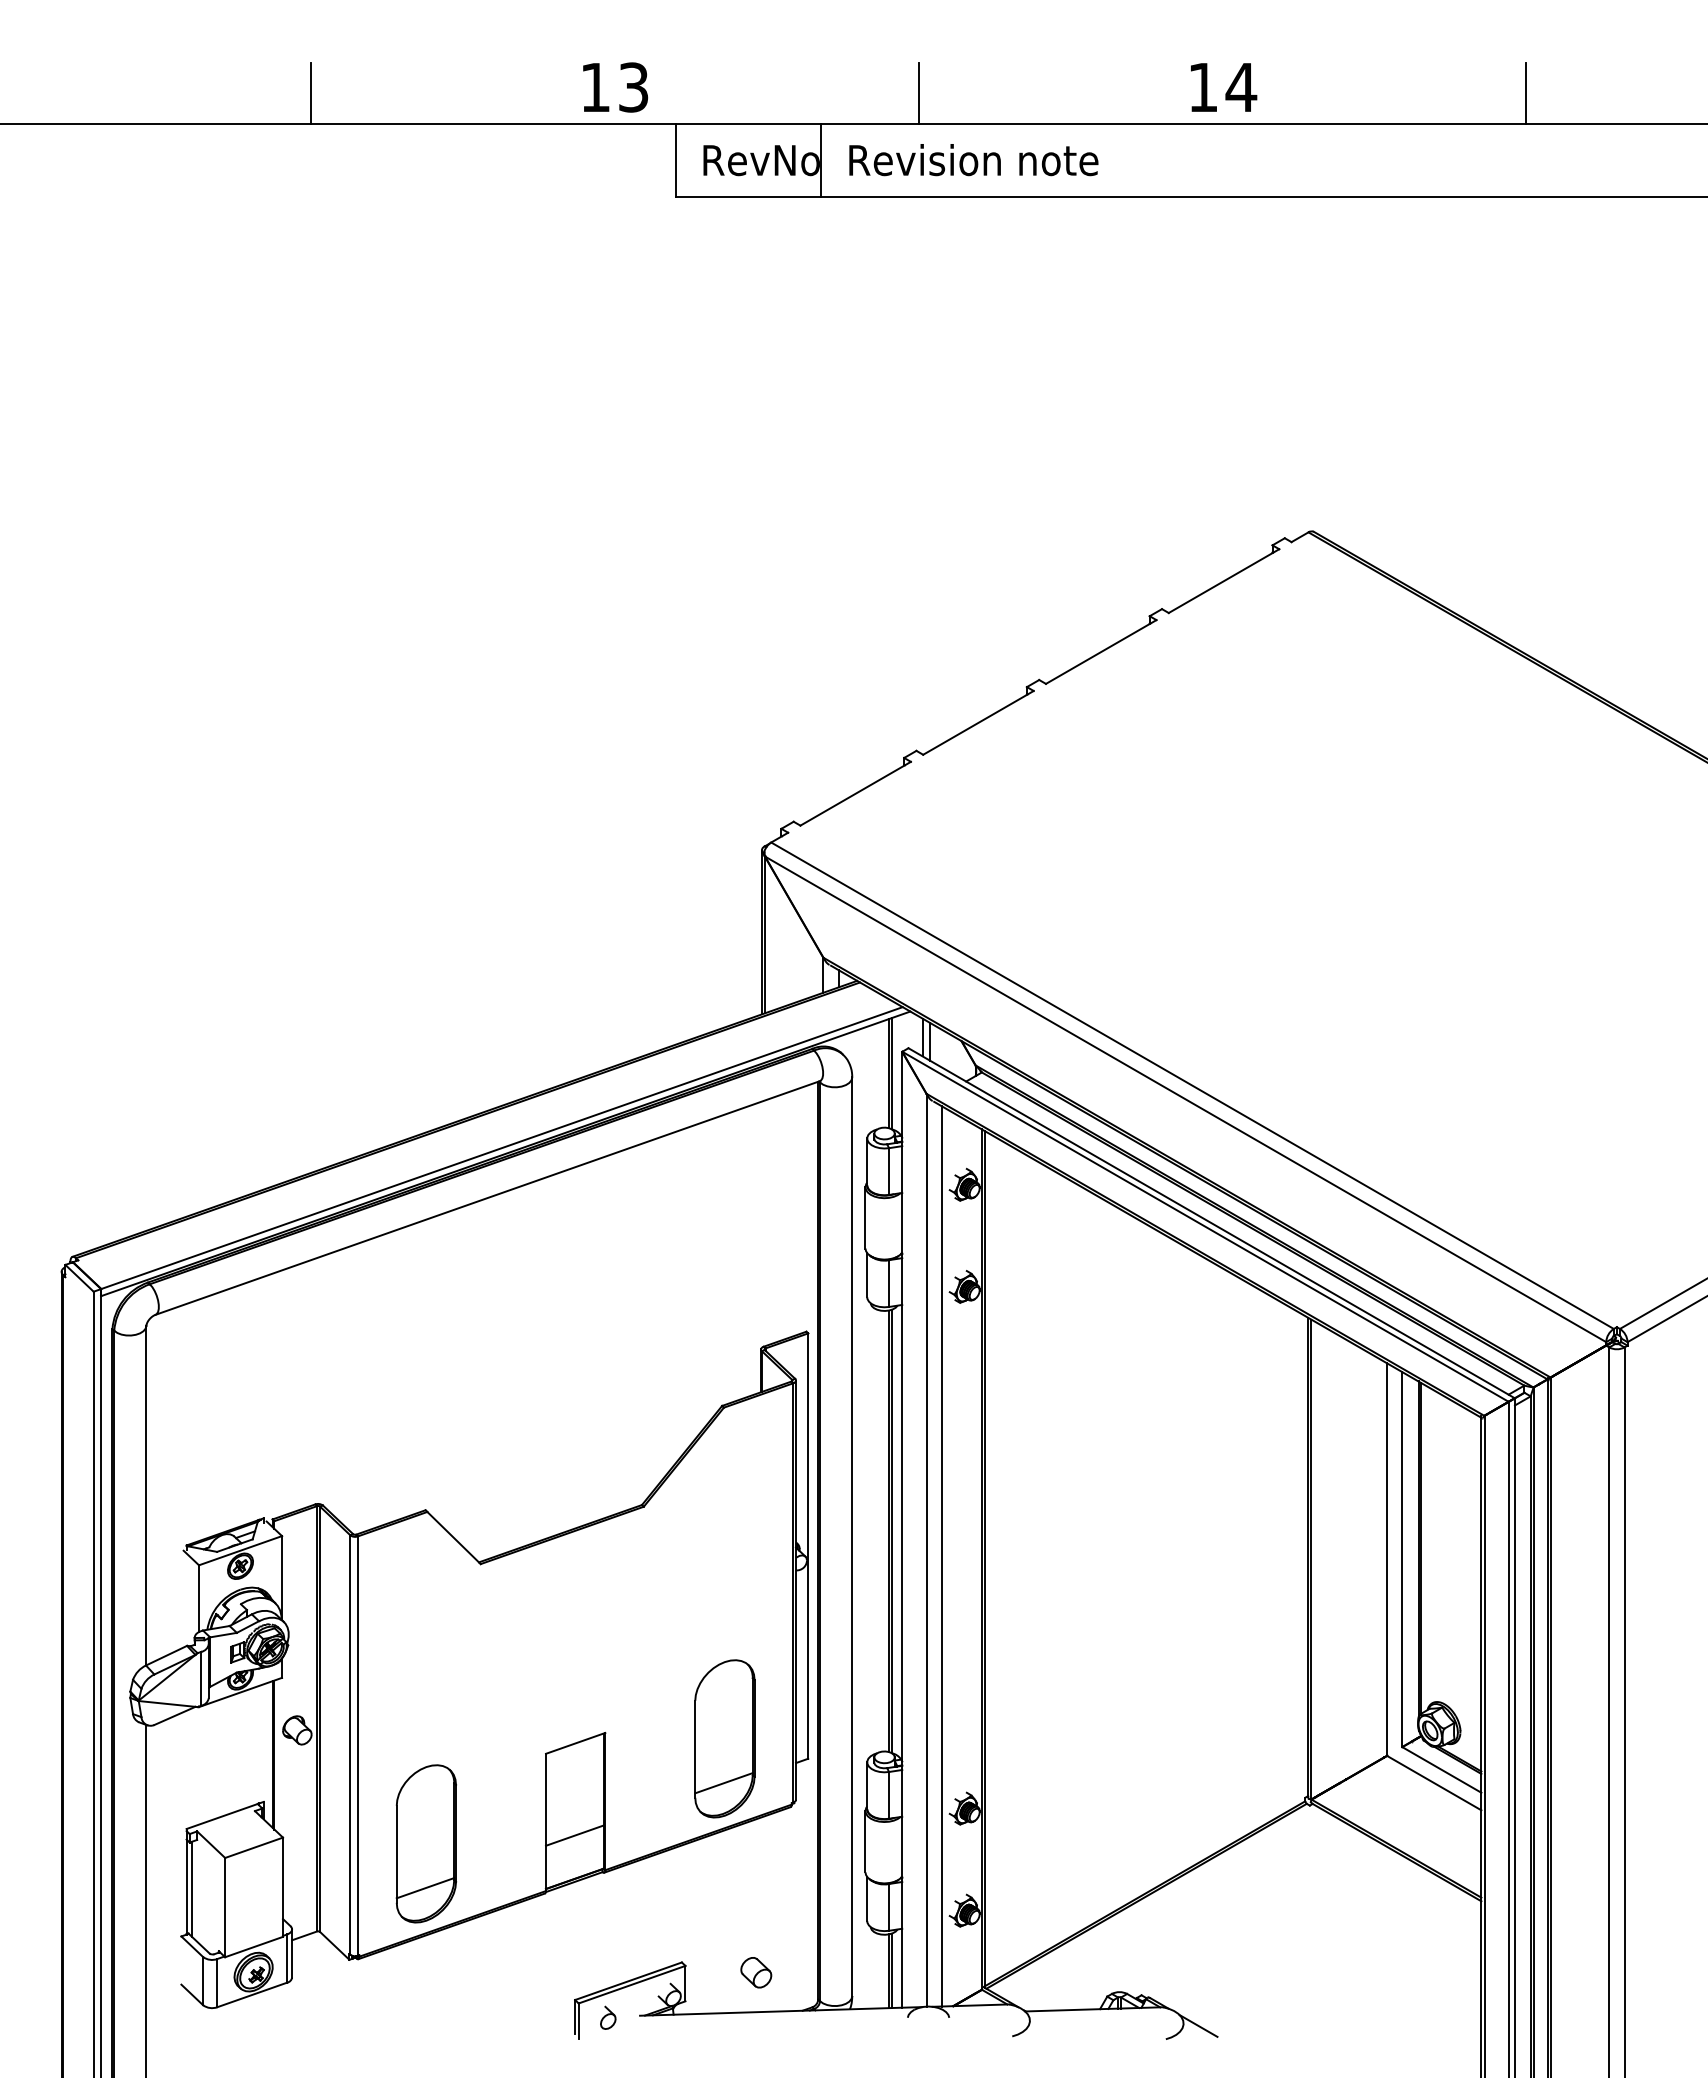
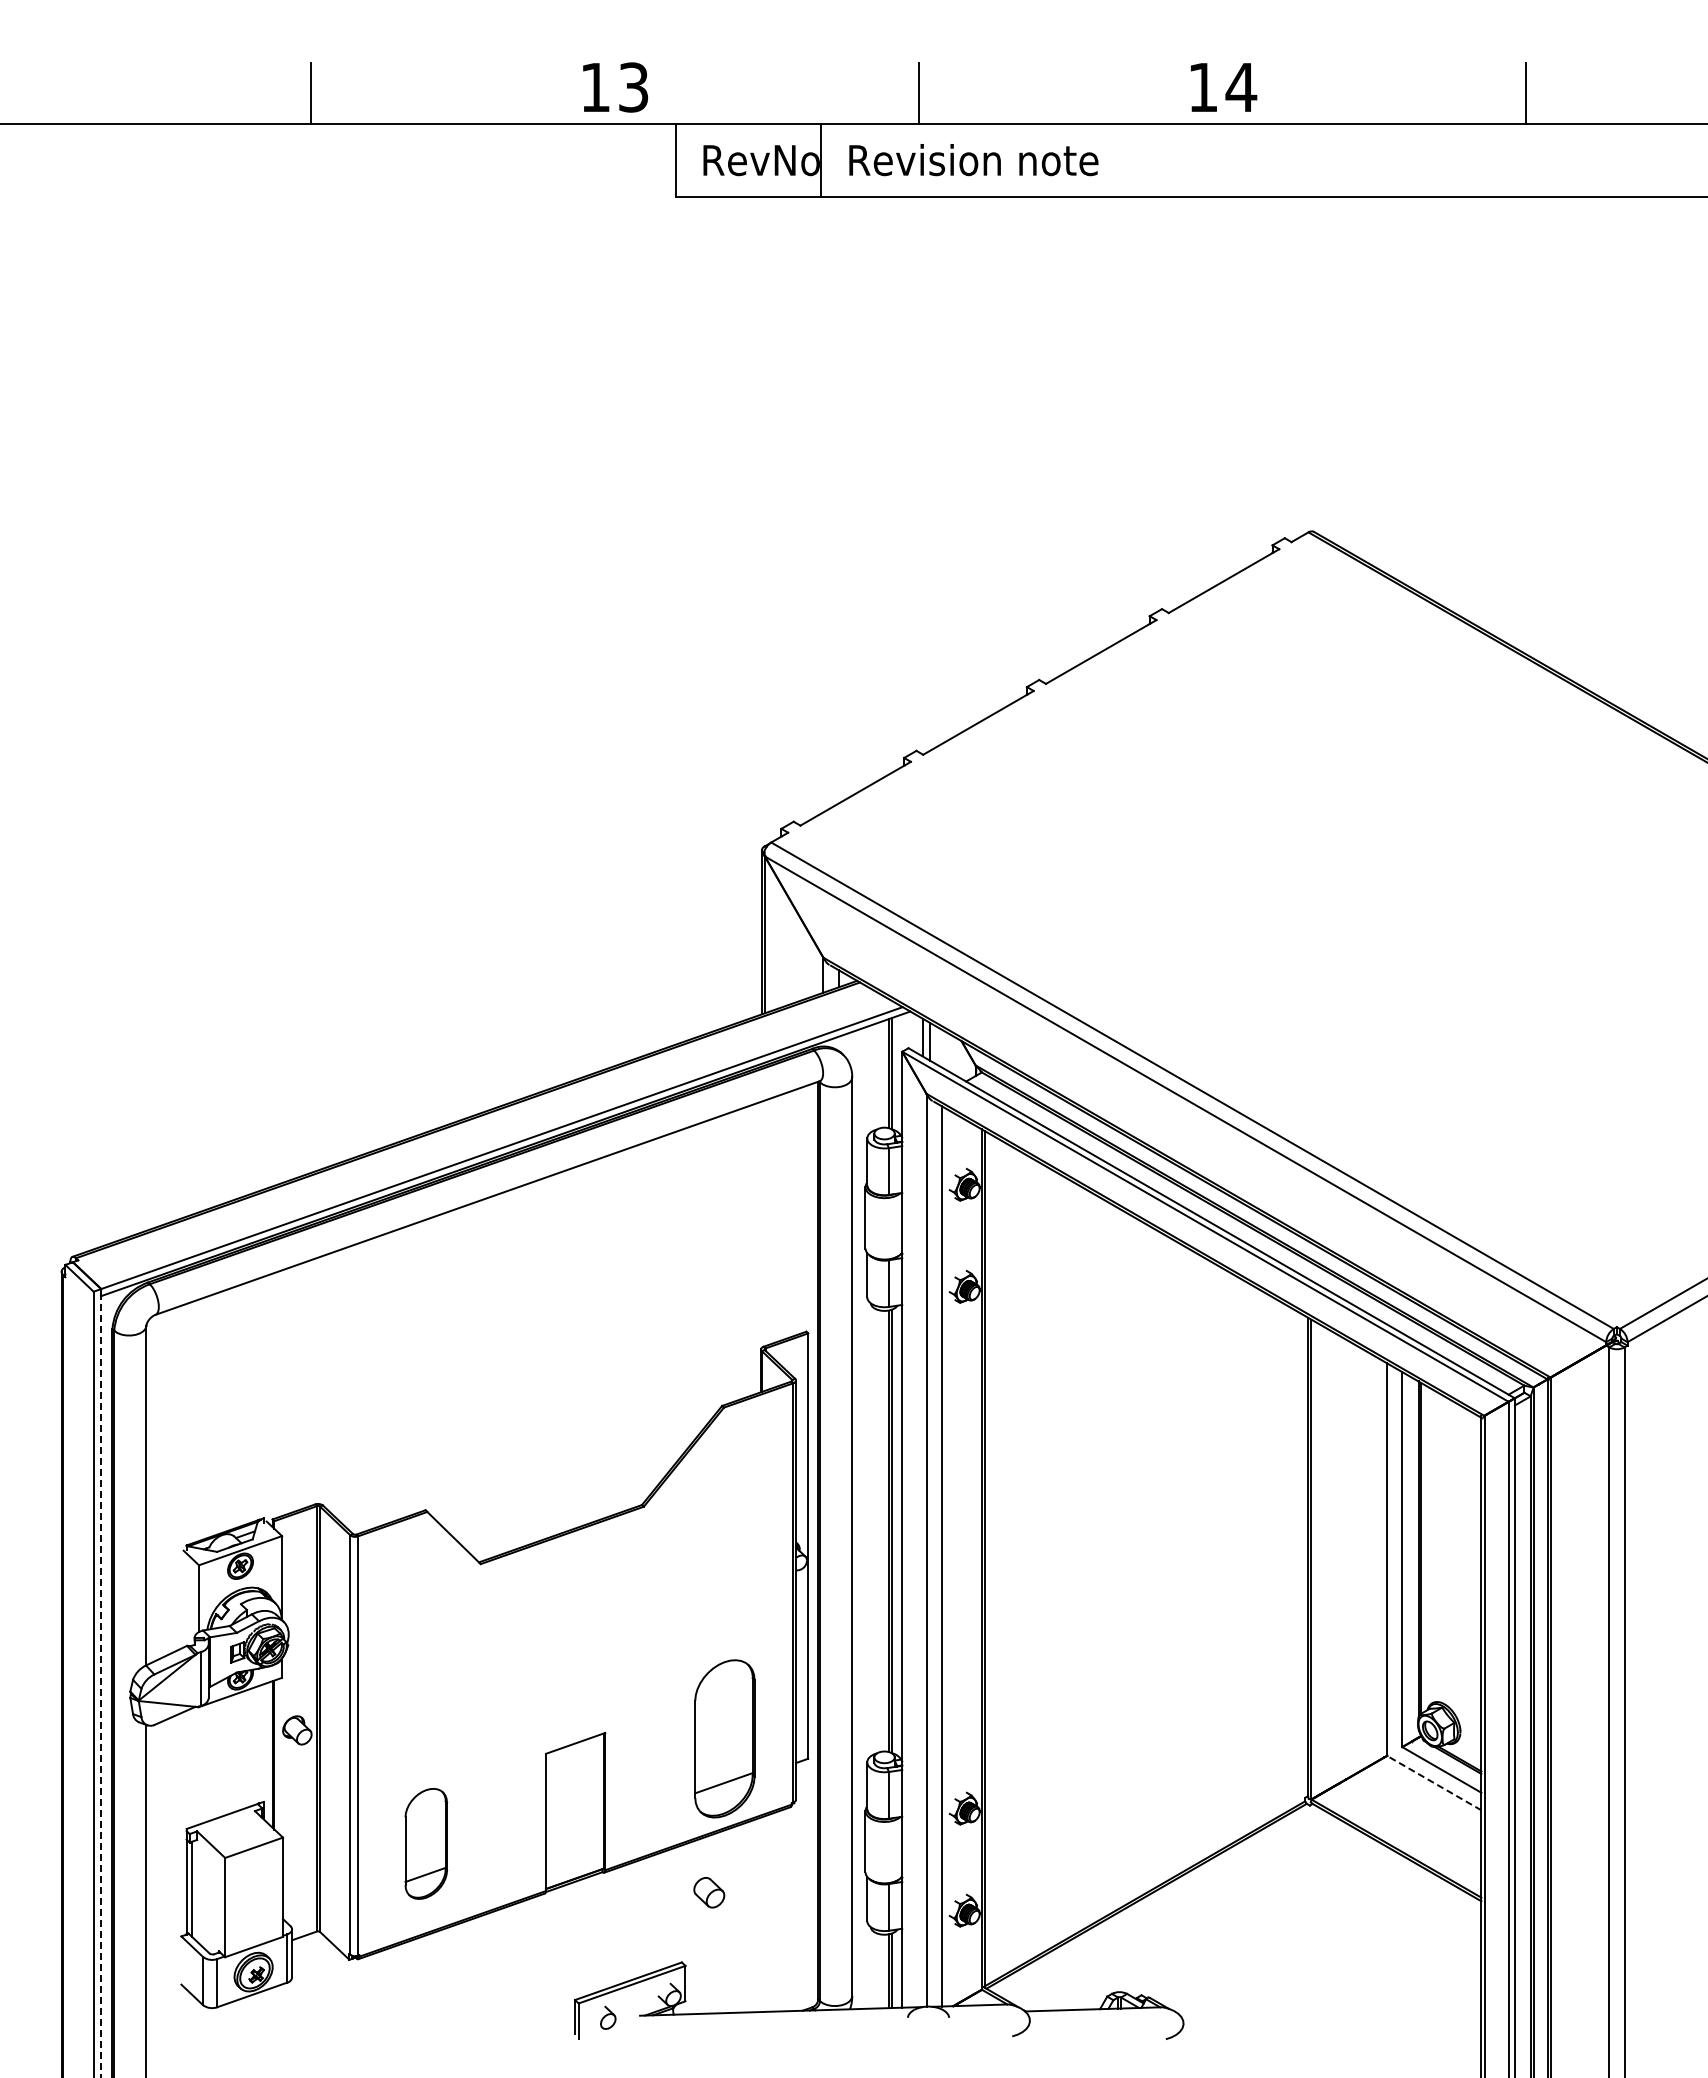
line at (101, 1683): solid -> dashed
line at (1433, 1782): solid -> dashed
line at (574, 1835): present -> none
part at (425, 1843) size: 62x160 px -> 45x112 px
part at (756, 1972) position: (756, 1972) -> (709, 1892)
line at (1198, 2025): present -> none
